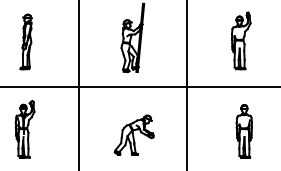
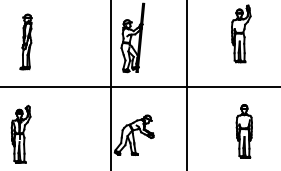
part at (241, 40) position: (241, 40) -> (241, 33)
line at (79, 84) position: (79, 84) -> (111, 84)
part at (24, 128) position: (24, 128) -> (20, 133)
